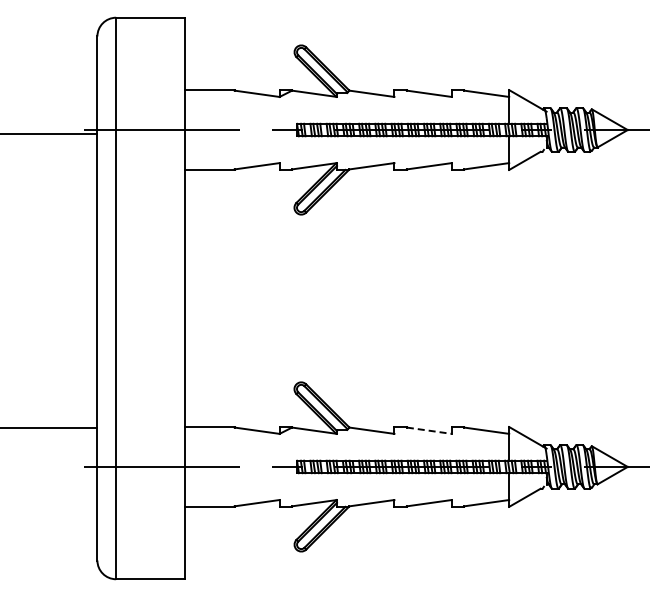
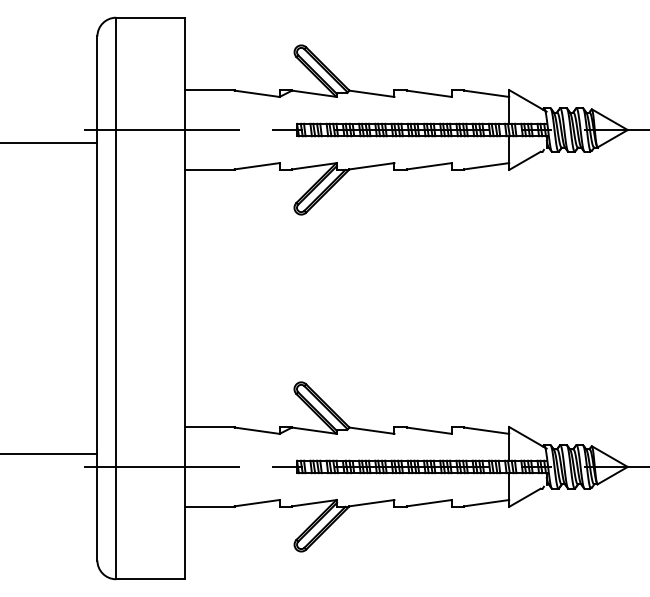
line at (49, 133) position: (49, 133) -> (49, 142)
line at (49, 428) position: (49, 428) -> (49, 454)
line at (429, 430): dashed -> solid
